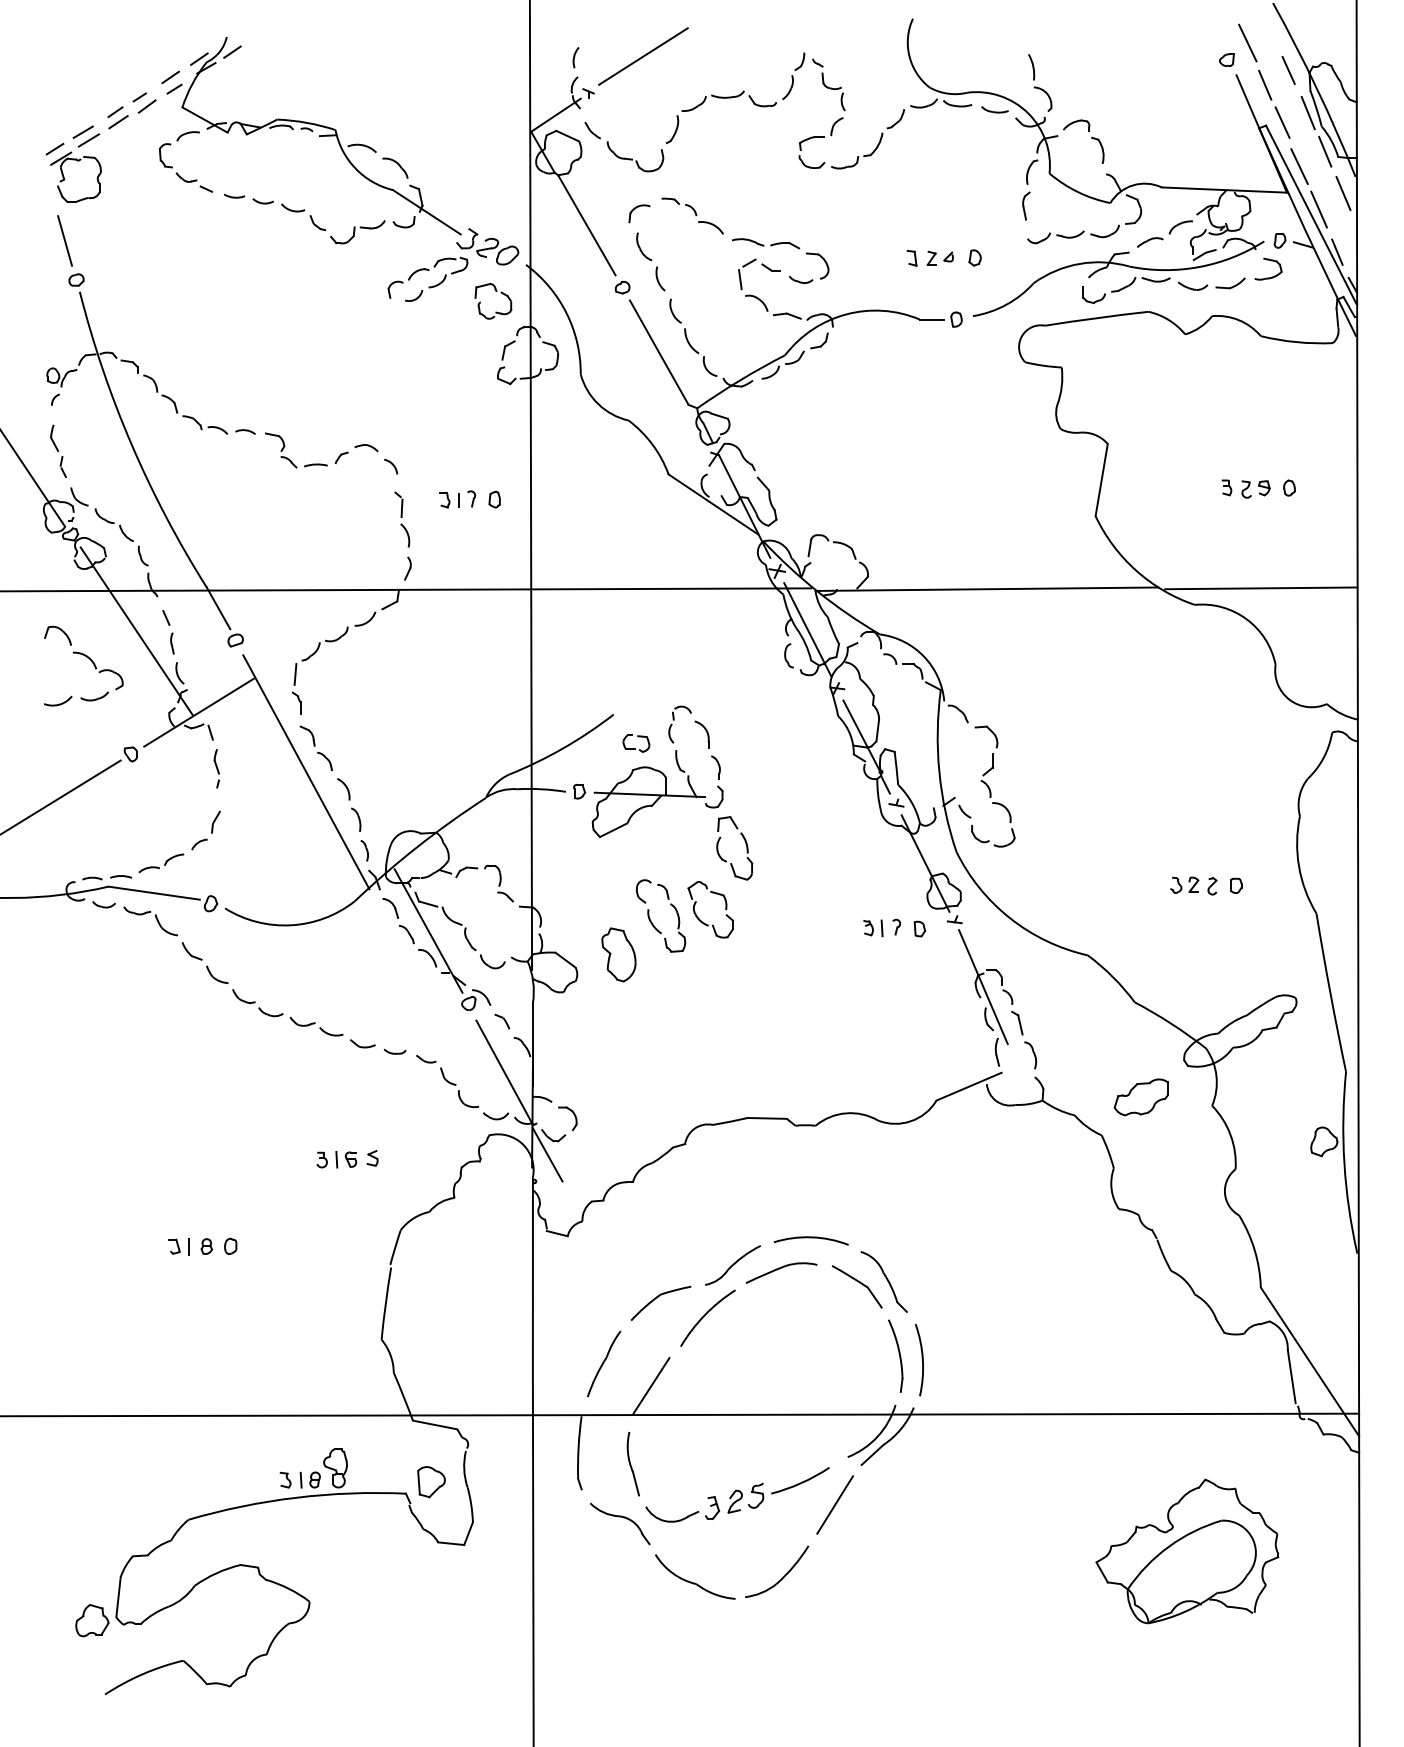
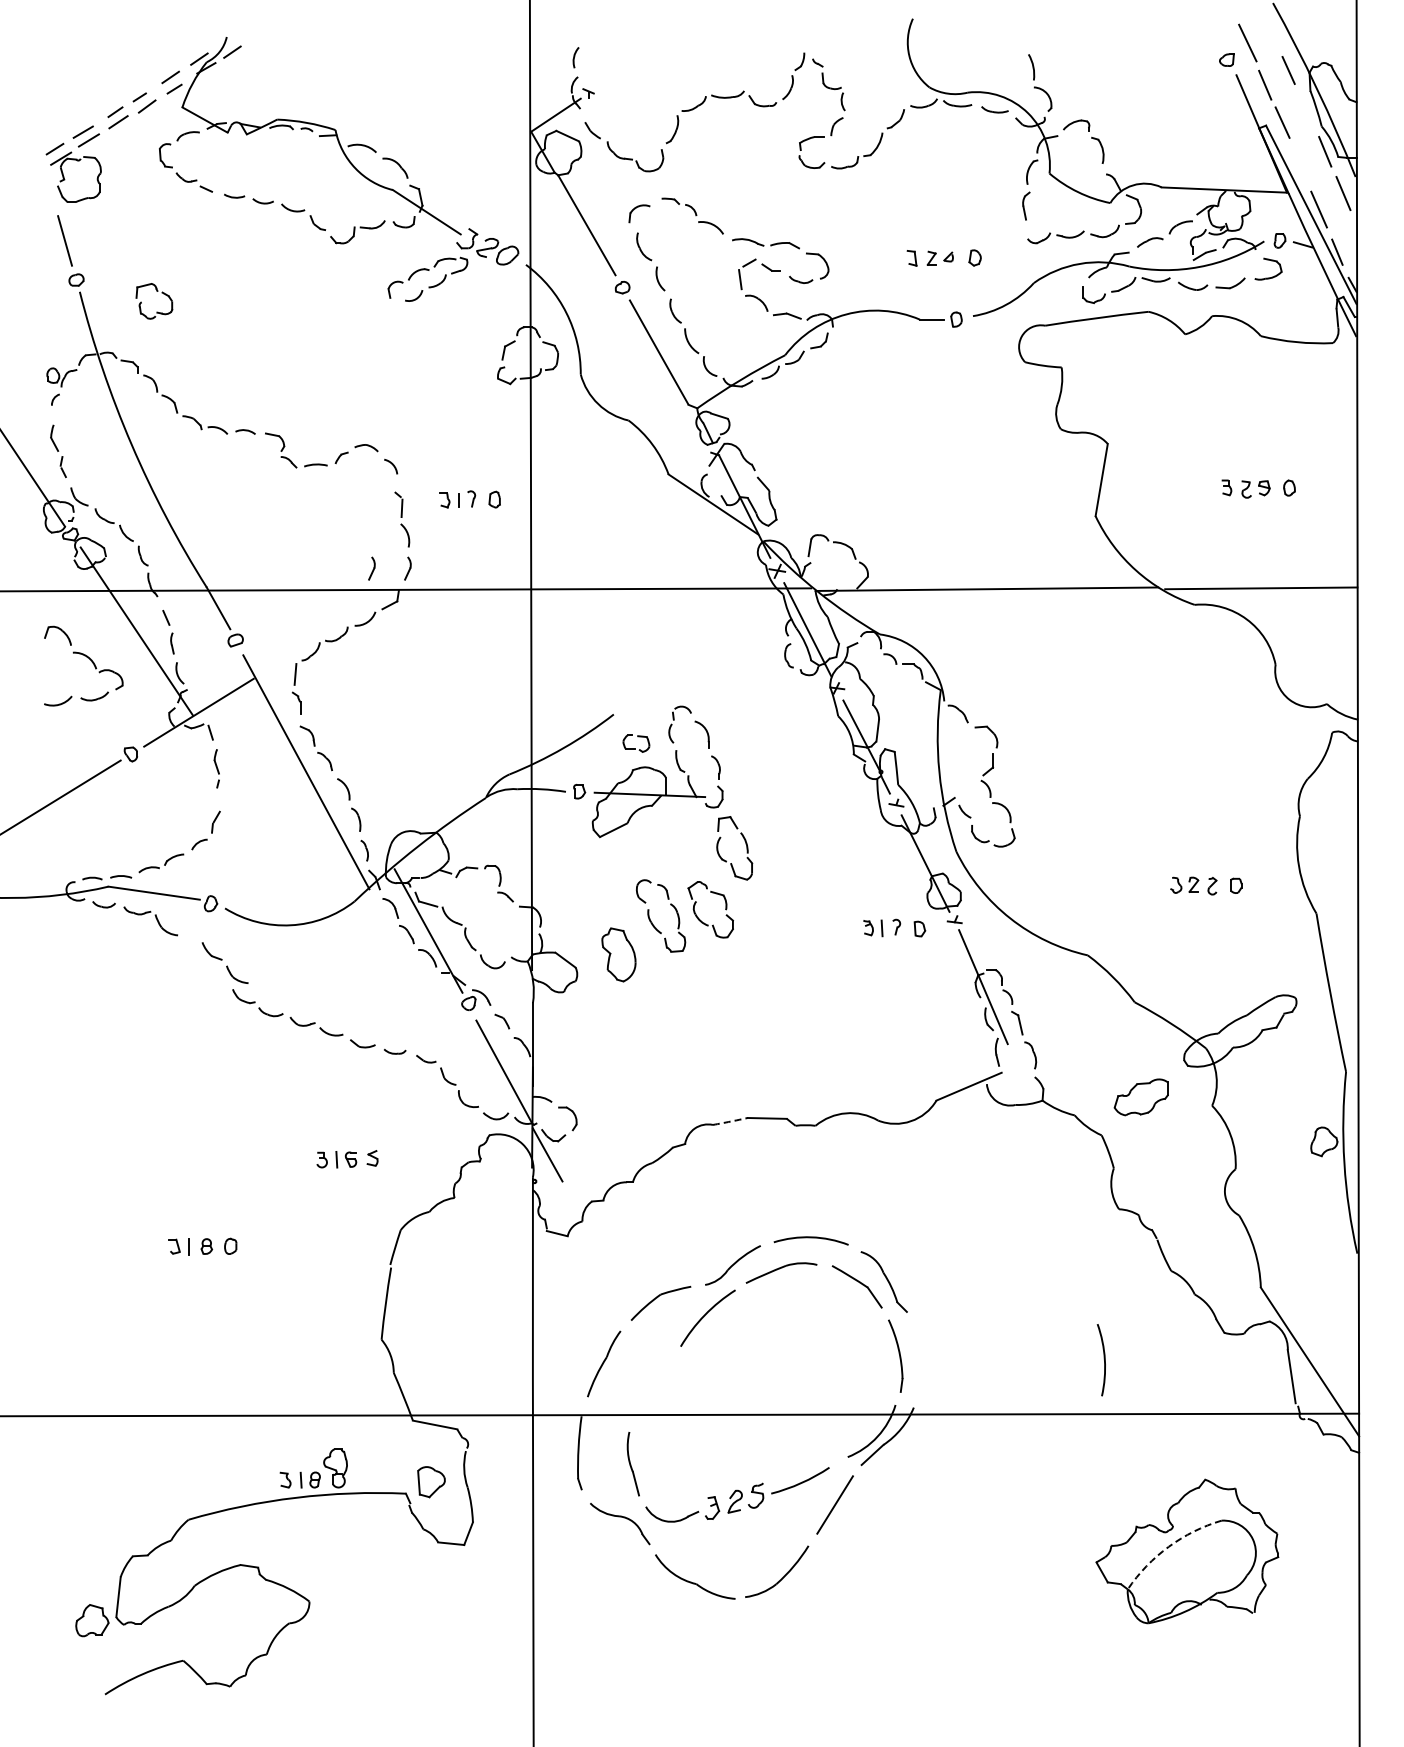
line at (643, 56): present -> none
line at (1307, 113): present -> none
line at (1299, 166): present -> none
part at (495, 291) position: (495, 291) -> (156, 291)
part at (371, 568): none -> present
part at (204, 962) position: (204, 962) -> (224, 962)
arc at (730, 1121): solid -> dashed
arc at (921, 1359) position: (921, 1359) -> (1103, 1359)
line at (650, 1386): present -> none
arc at (1168, 1546): solid -> dashed
